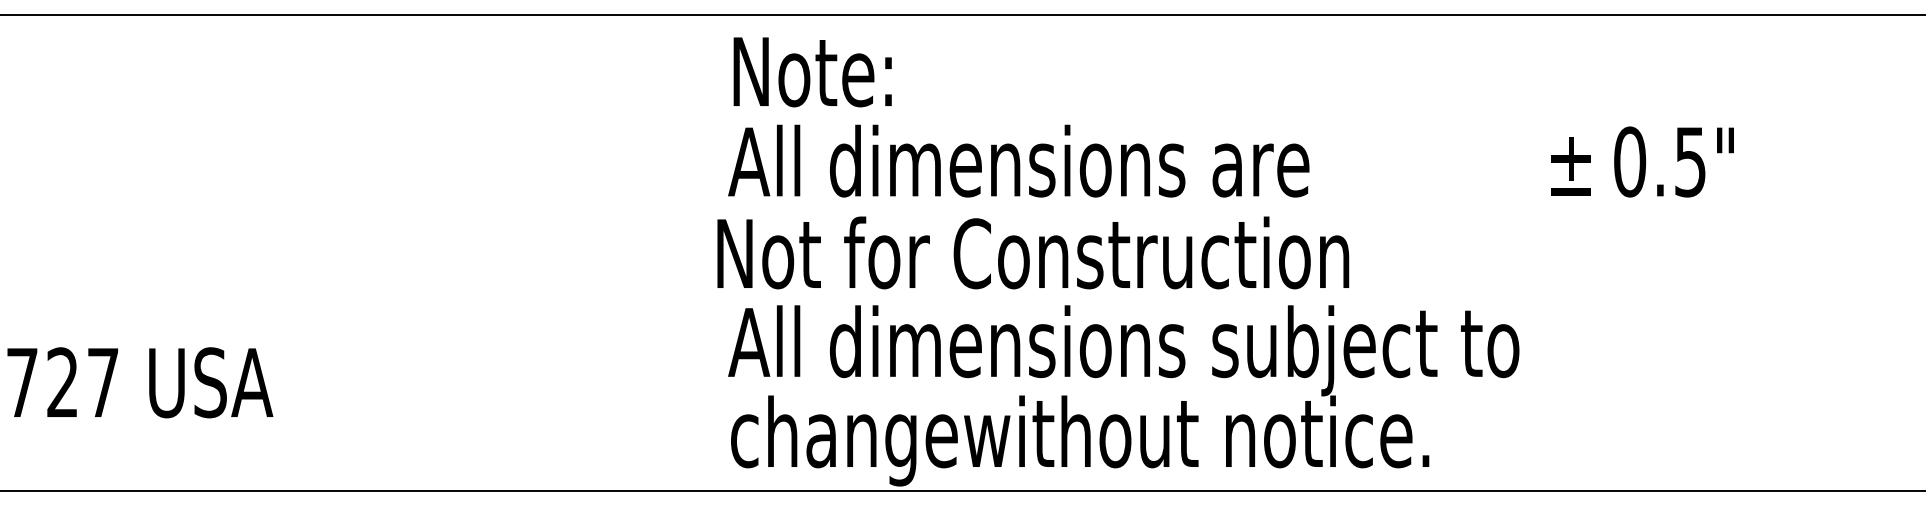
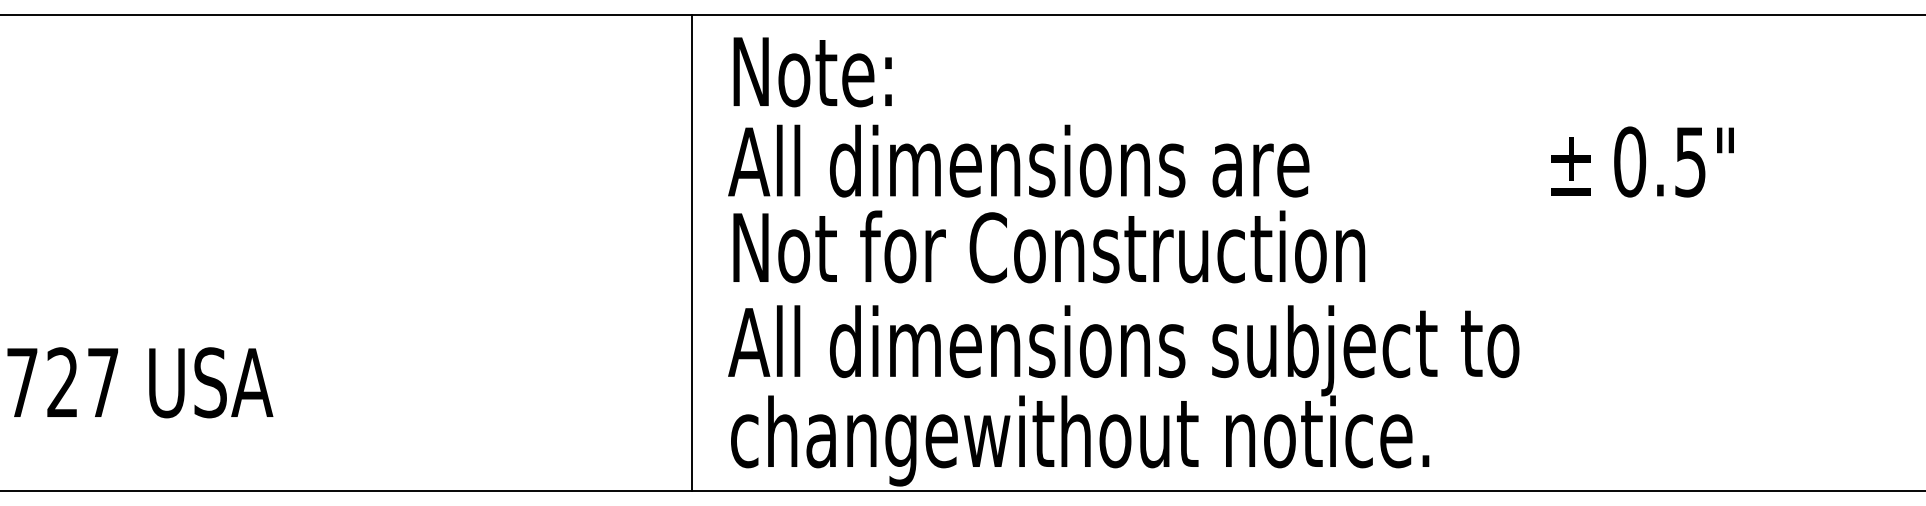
line at (691, 252): none -> present
text at (1033, 252) position: (1033, 252) -> (1049, 246)
